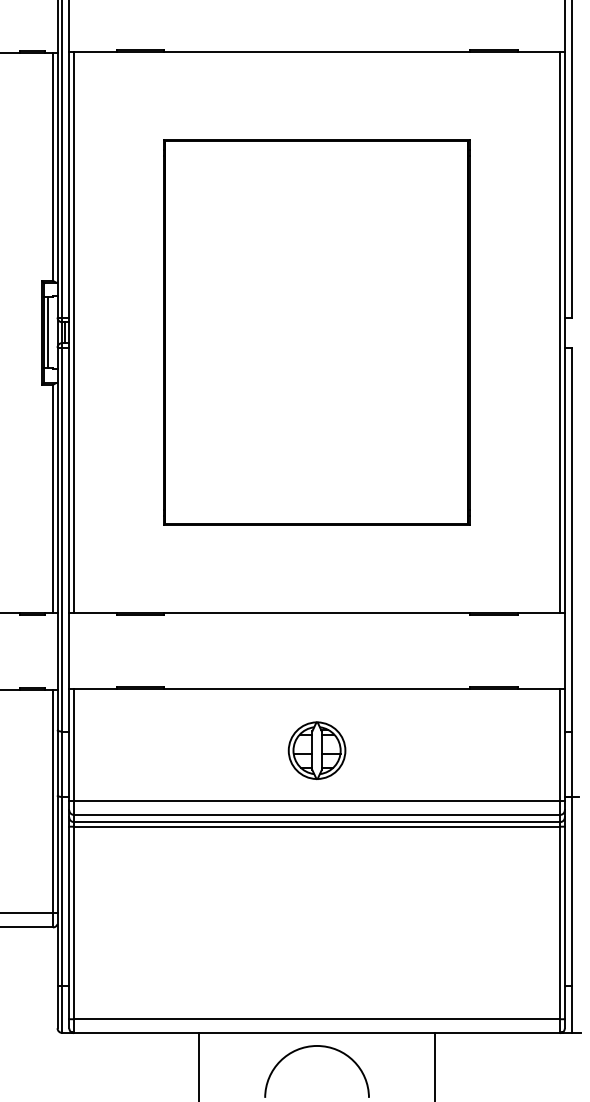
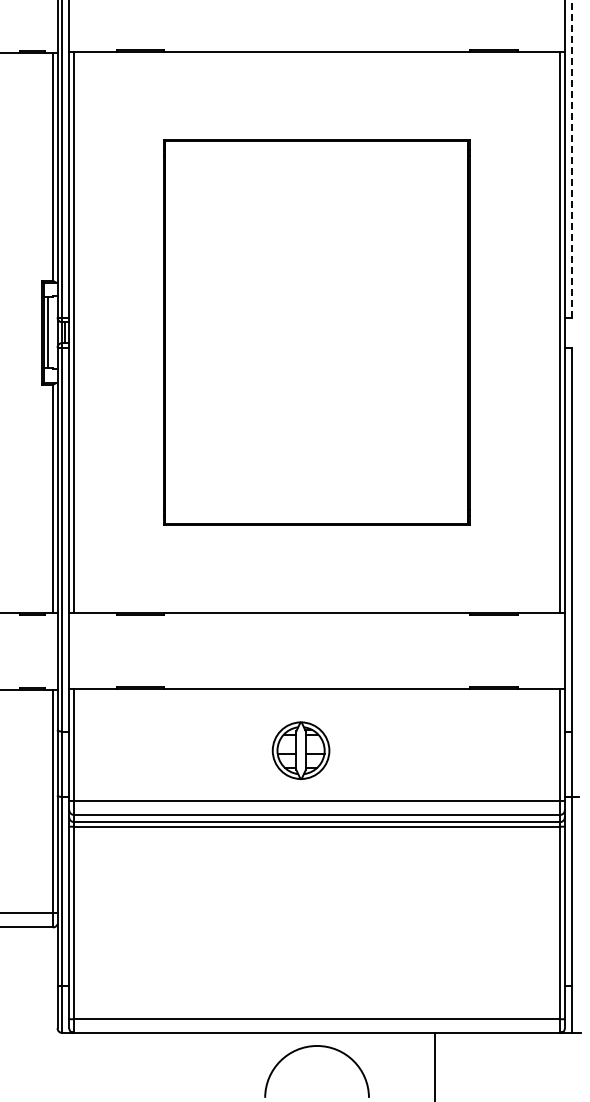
line at (572, 158): solid -> dashed
part at (316, 750) position: (316, 750) -> (300, 750)
line at (199, 1065): present -> none
